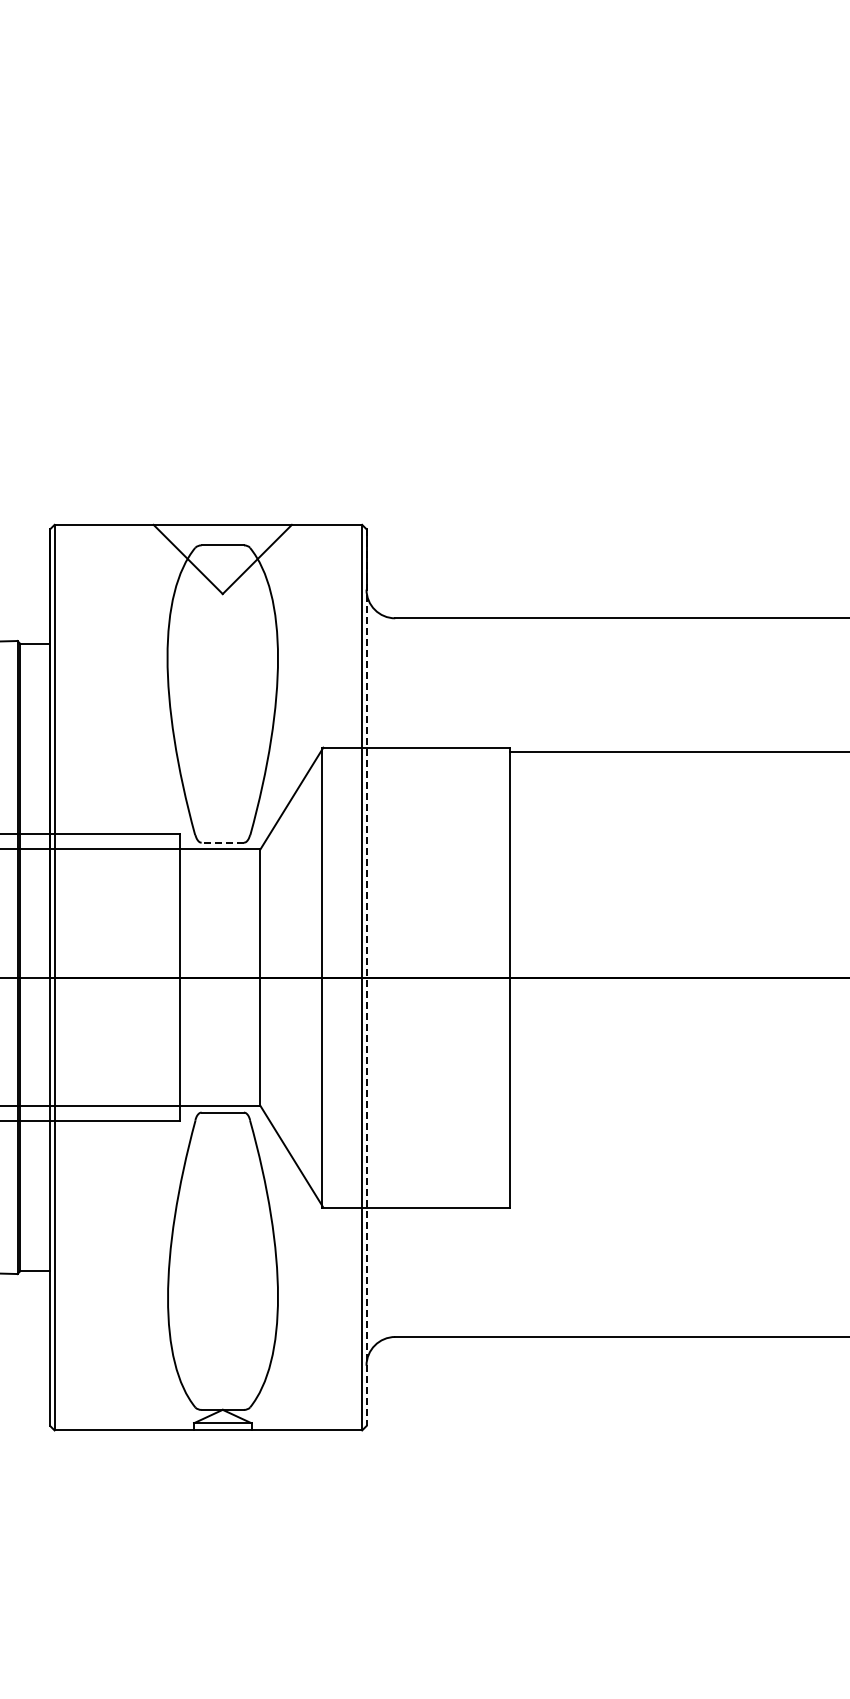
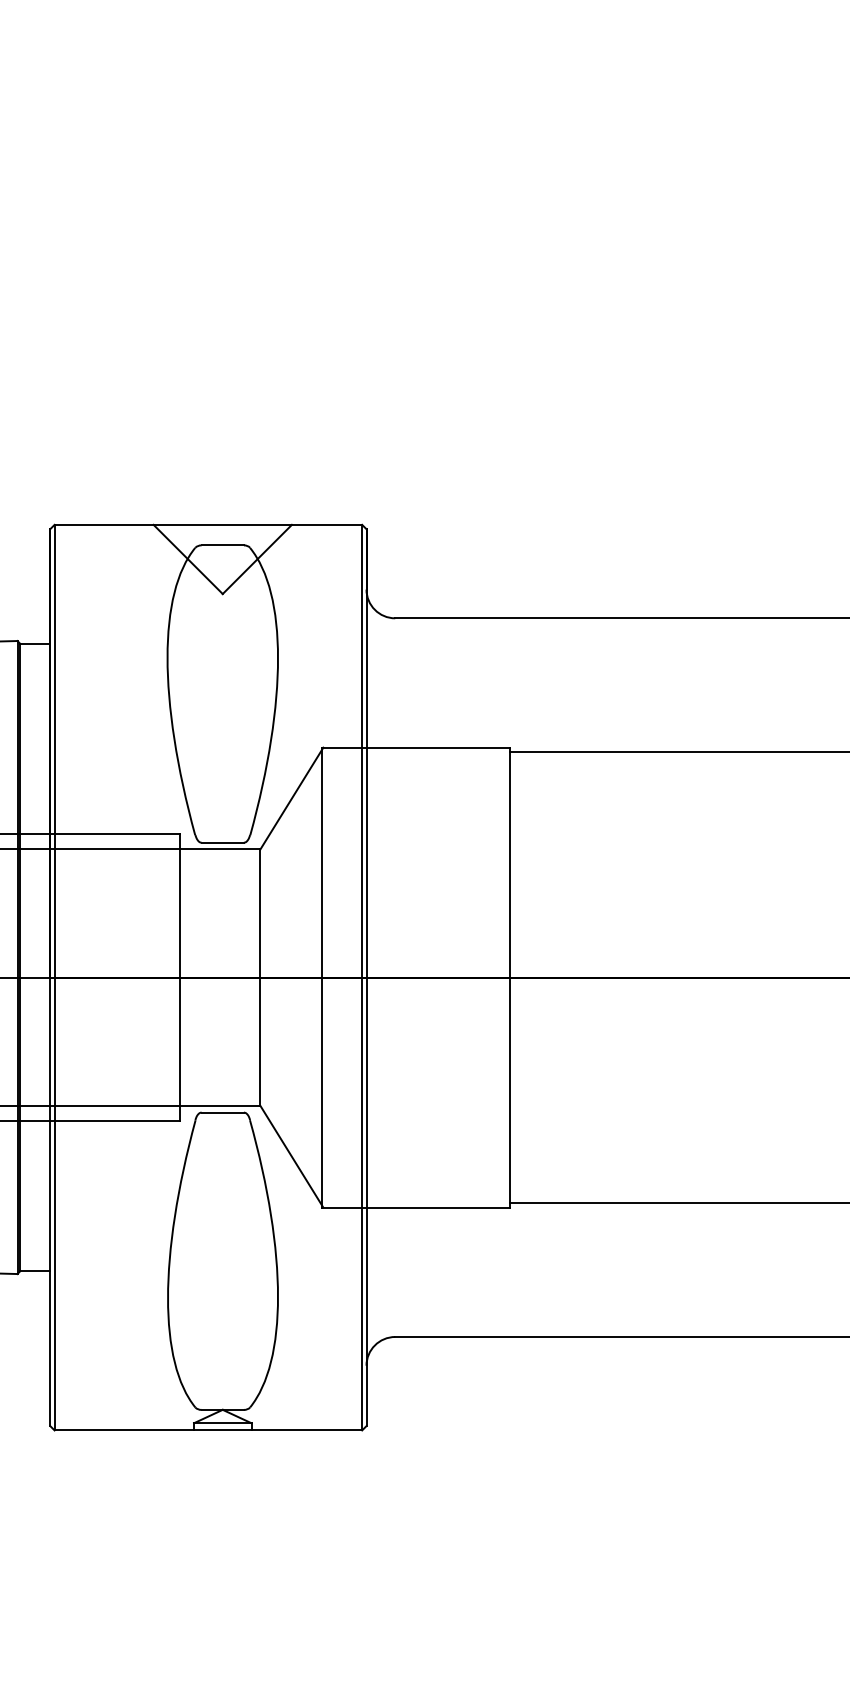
line at (222, 842): dashed -> solid
line at (366, 978): dashed -> solid
line at (678, 1203): none -> present
